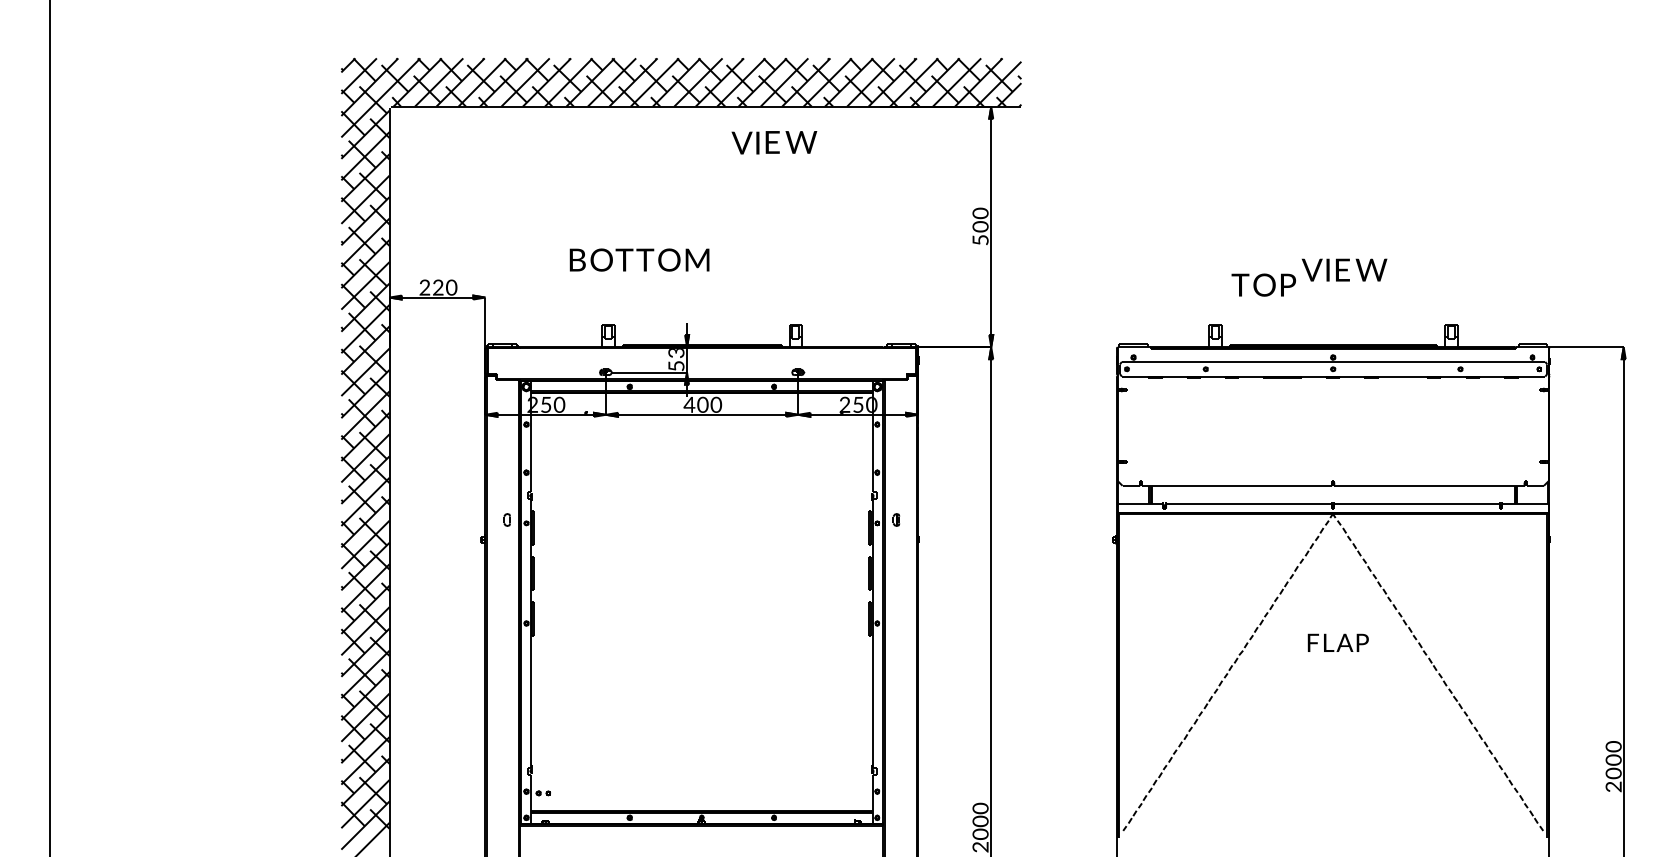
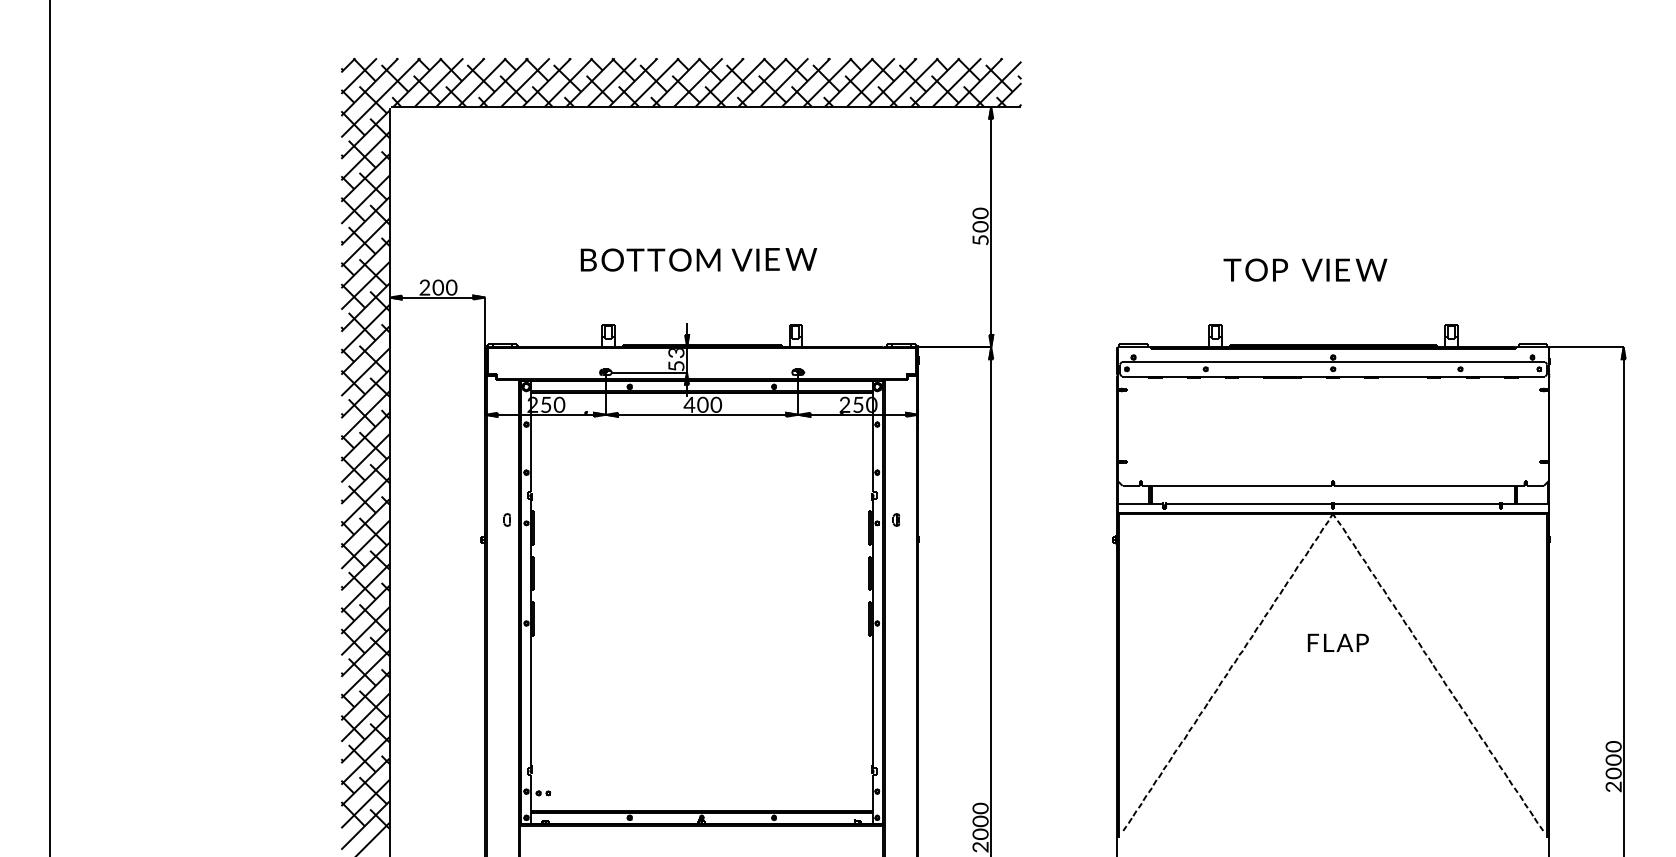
text at (774, 142) position: (774, 142) -> (774, 259)
text at (639, 259) position: (639, 259) -> (650, 259)
text at (1263, 284) position: (1263, 284) -> (1255, 269)
text at (438, 287): 2 -> 0
